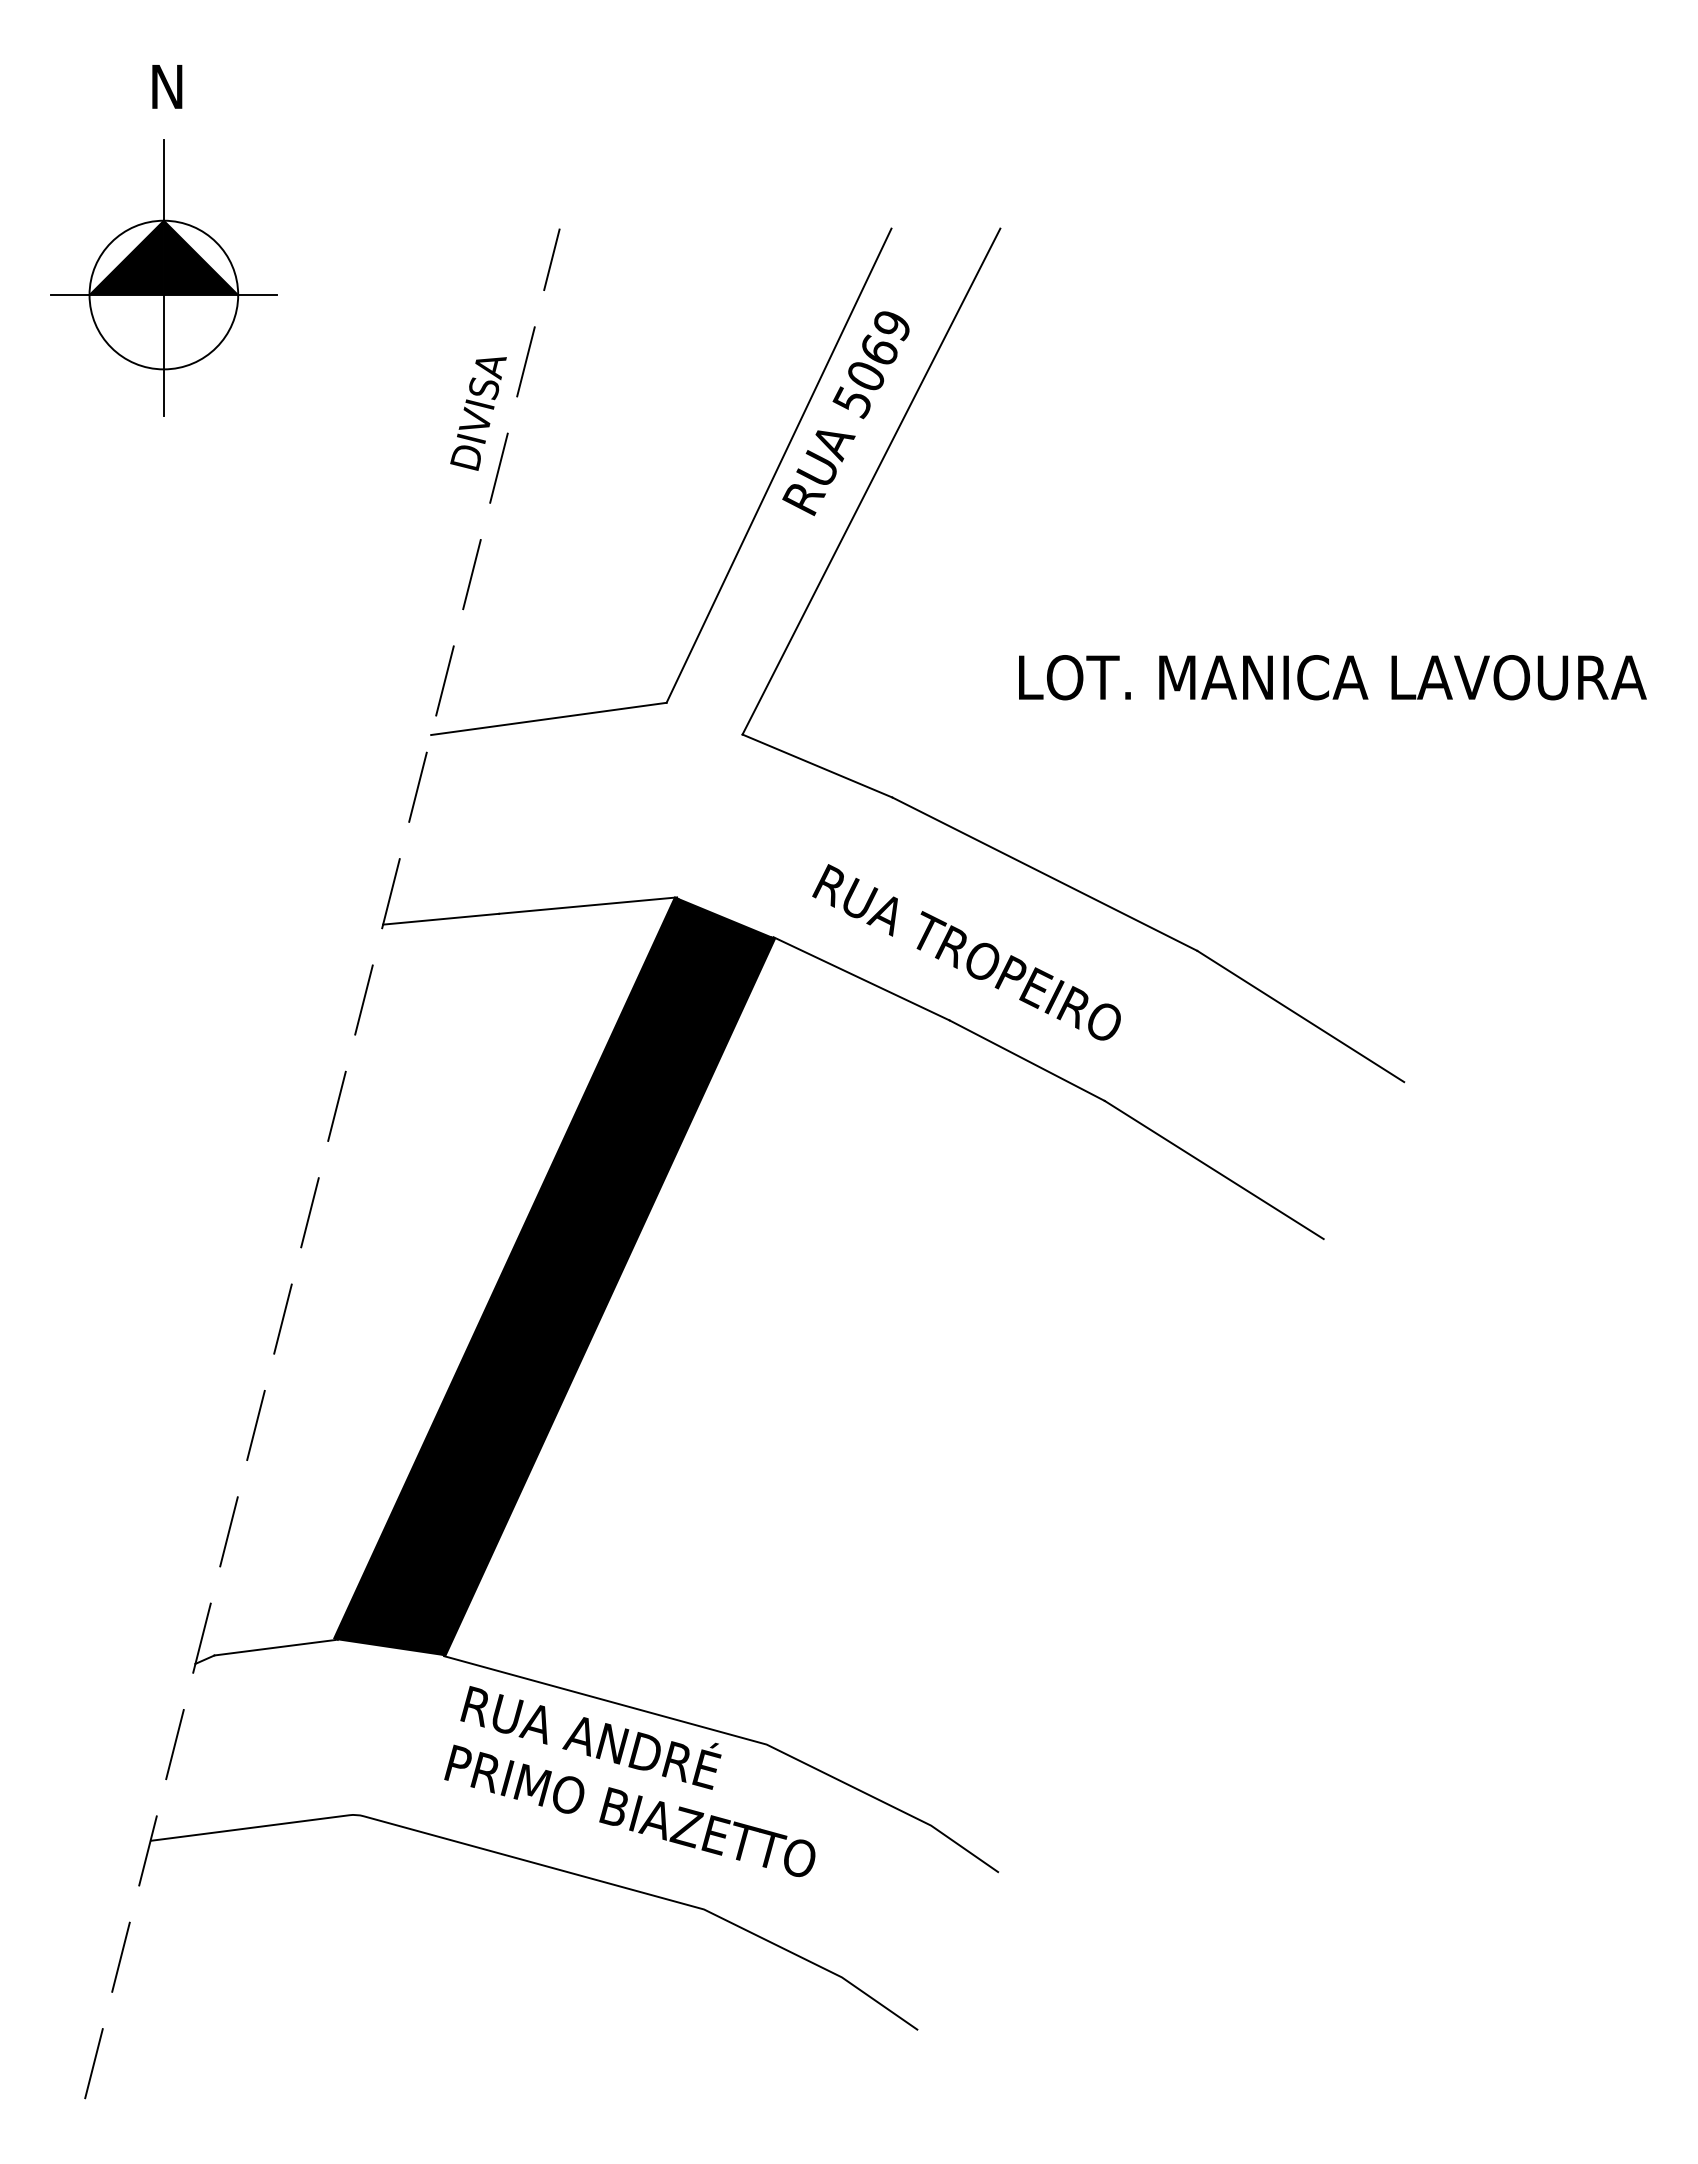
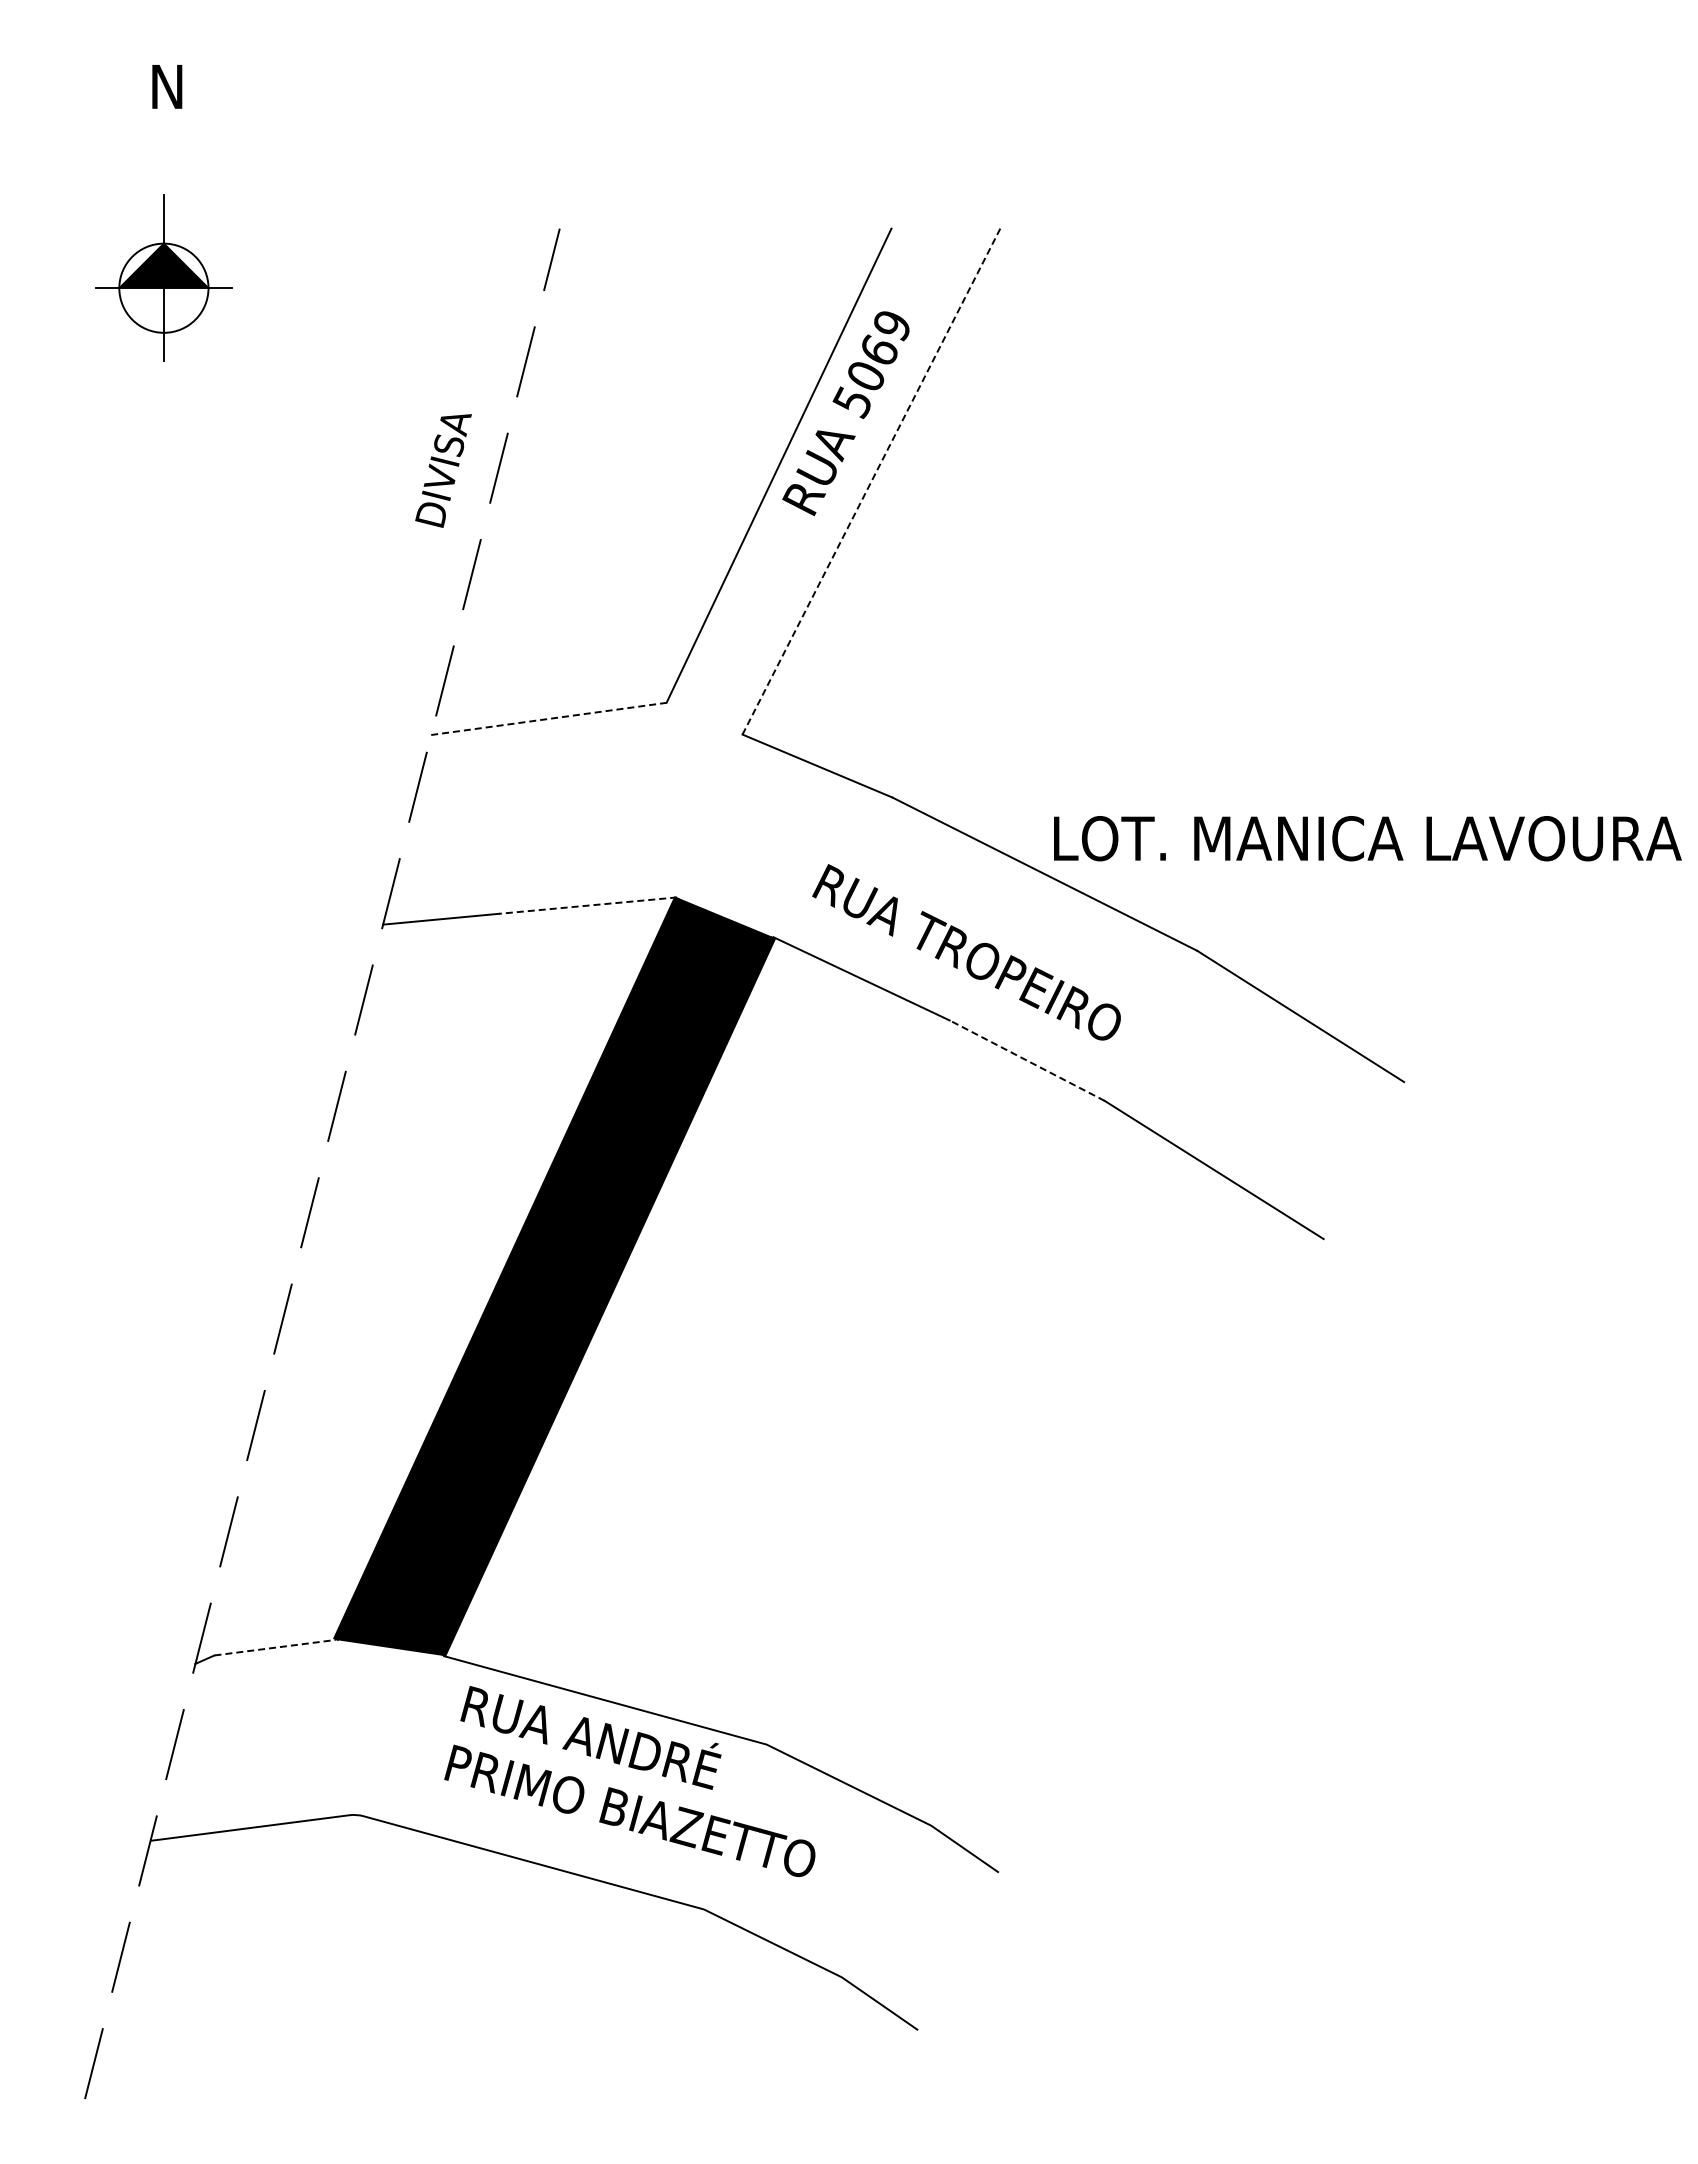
part at (163, 277) size: 228x278 px -> 138x168 px
text at (478, 413) position: (478, 413) -> (443, 470)
line at (871, 481): solid -> dashed
text at (1332, 677) position: (1332, 677) -> (1367, 838)
line at (548, 718): solid -> dashed
line at (587, 905): solid -> dashed
line at (1026, 1060): solid -> dashed
line at (275, 1647): solid -> dashed
